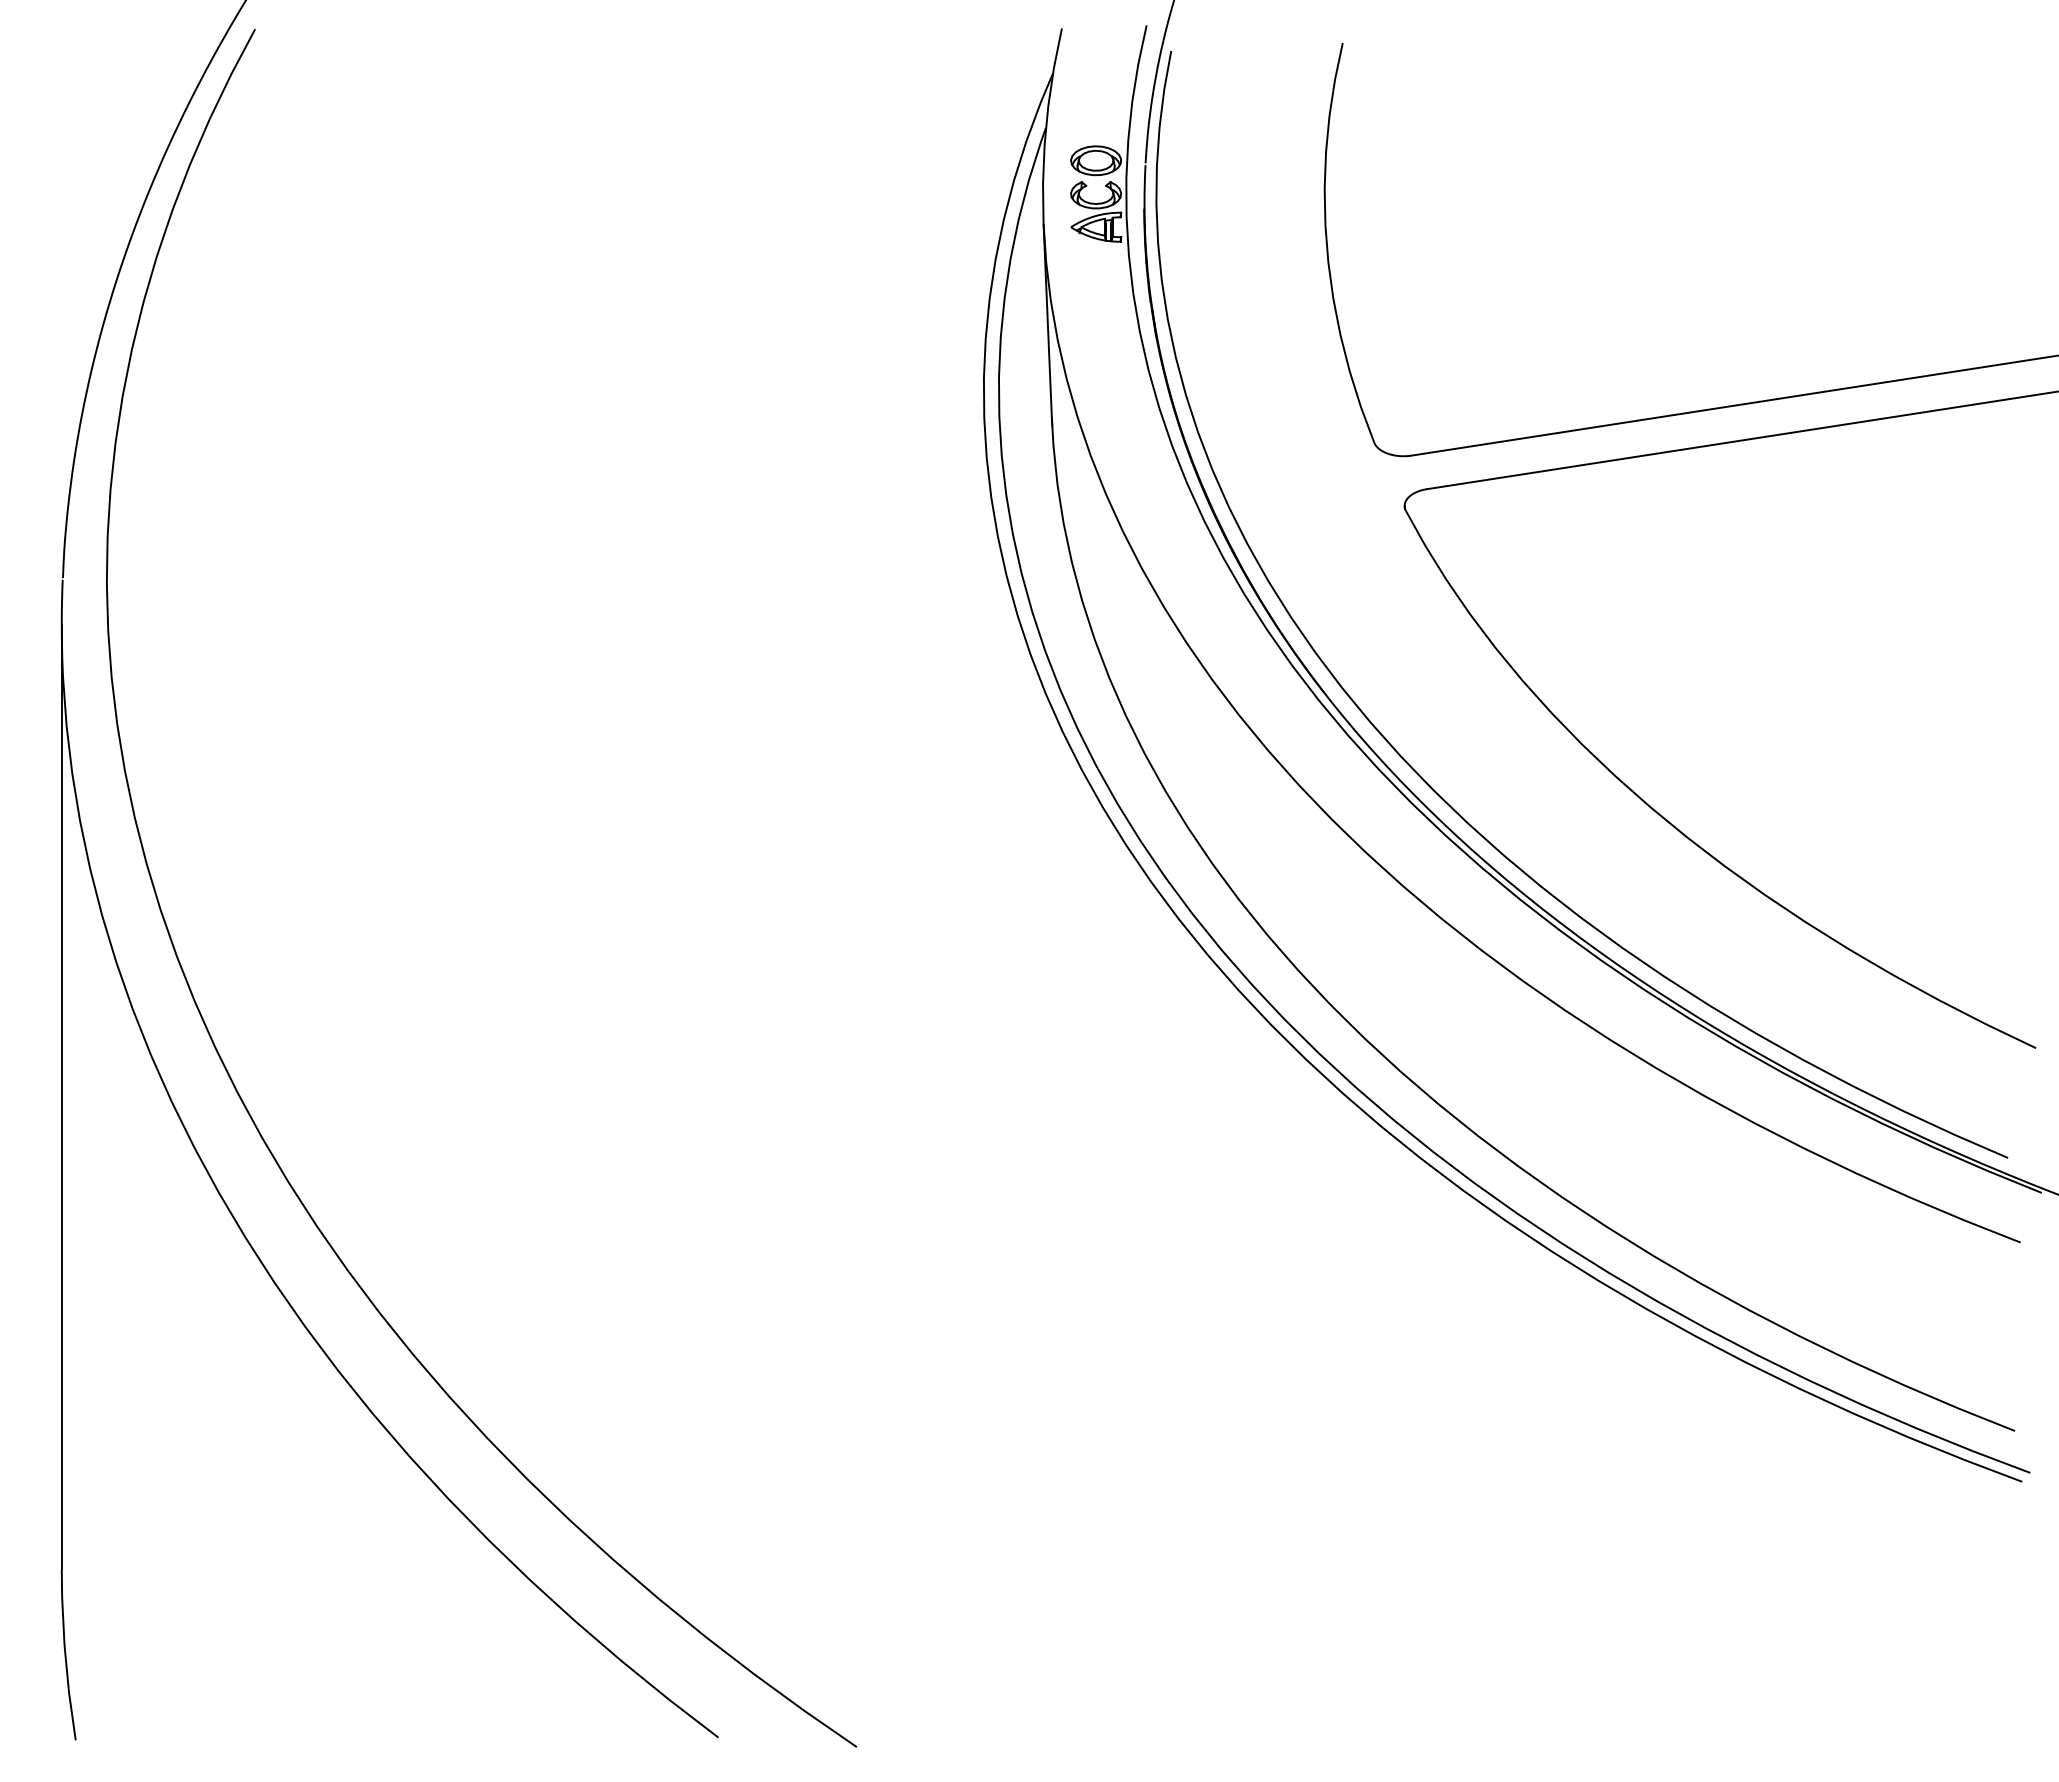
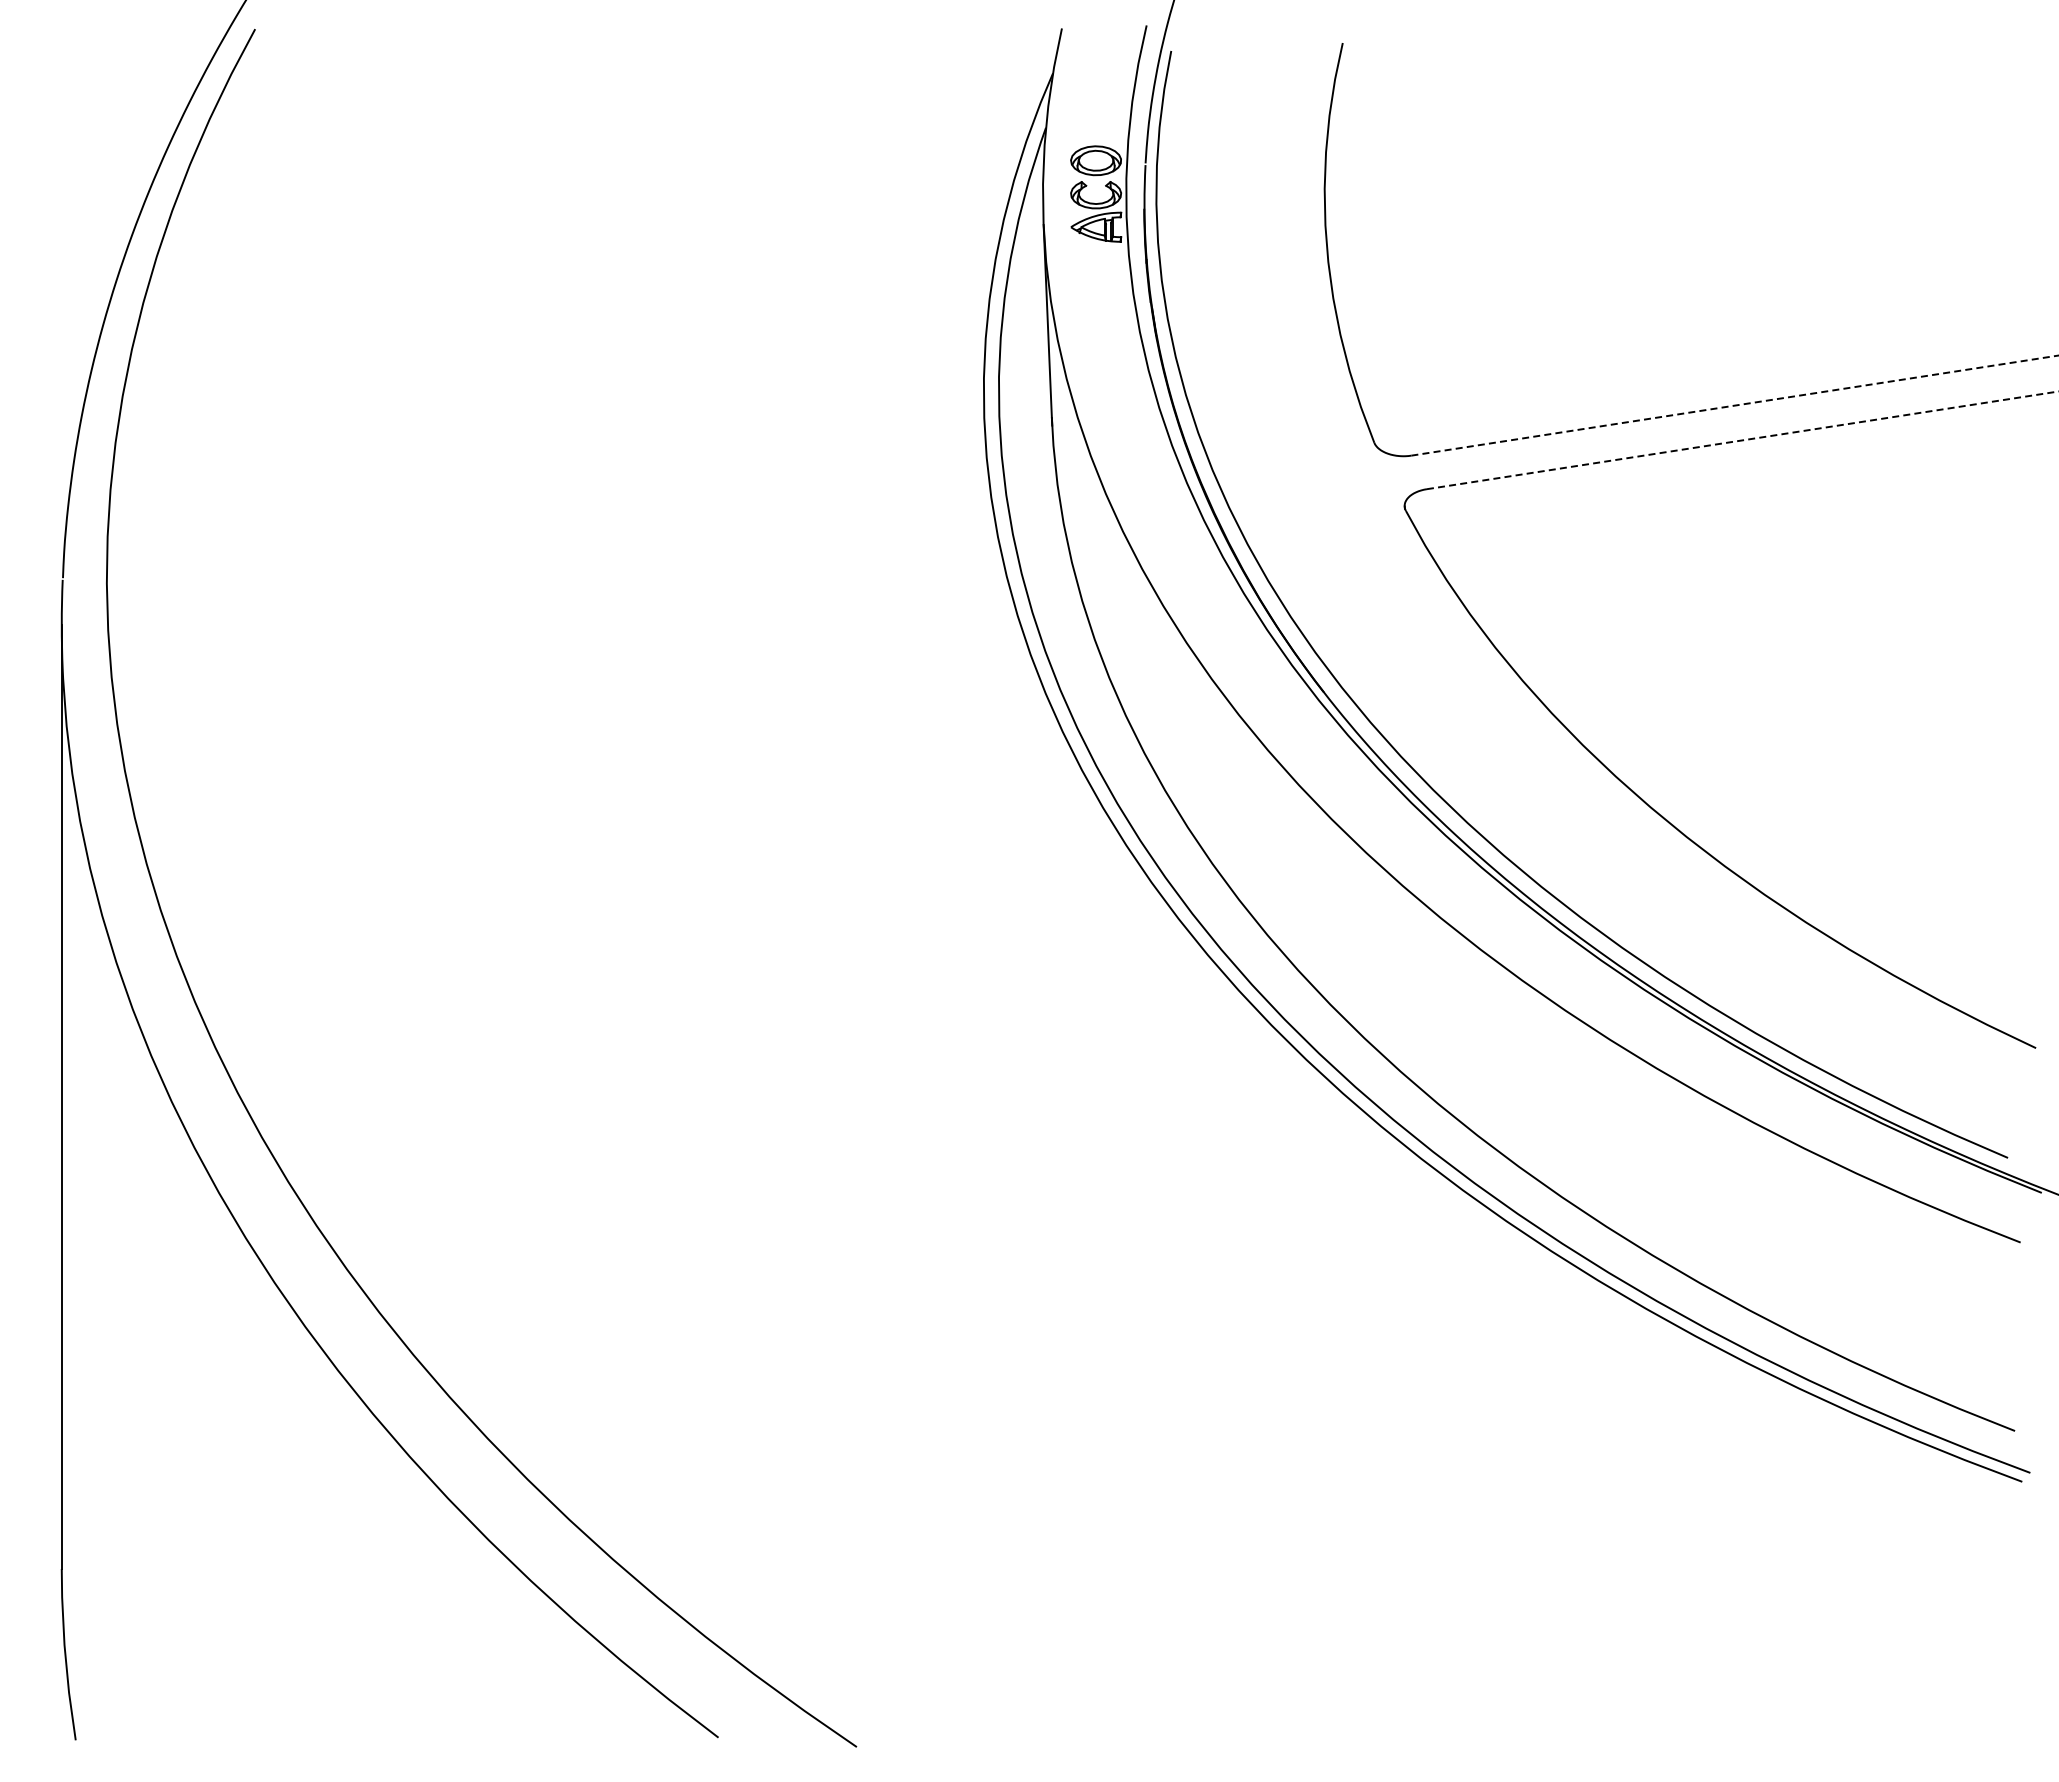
line at (1735, 405): solid -> dashed
line at (1743, 440): solid -> dashed
